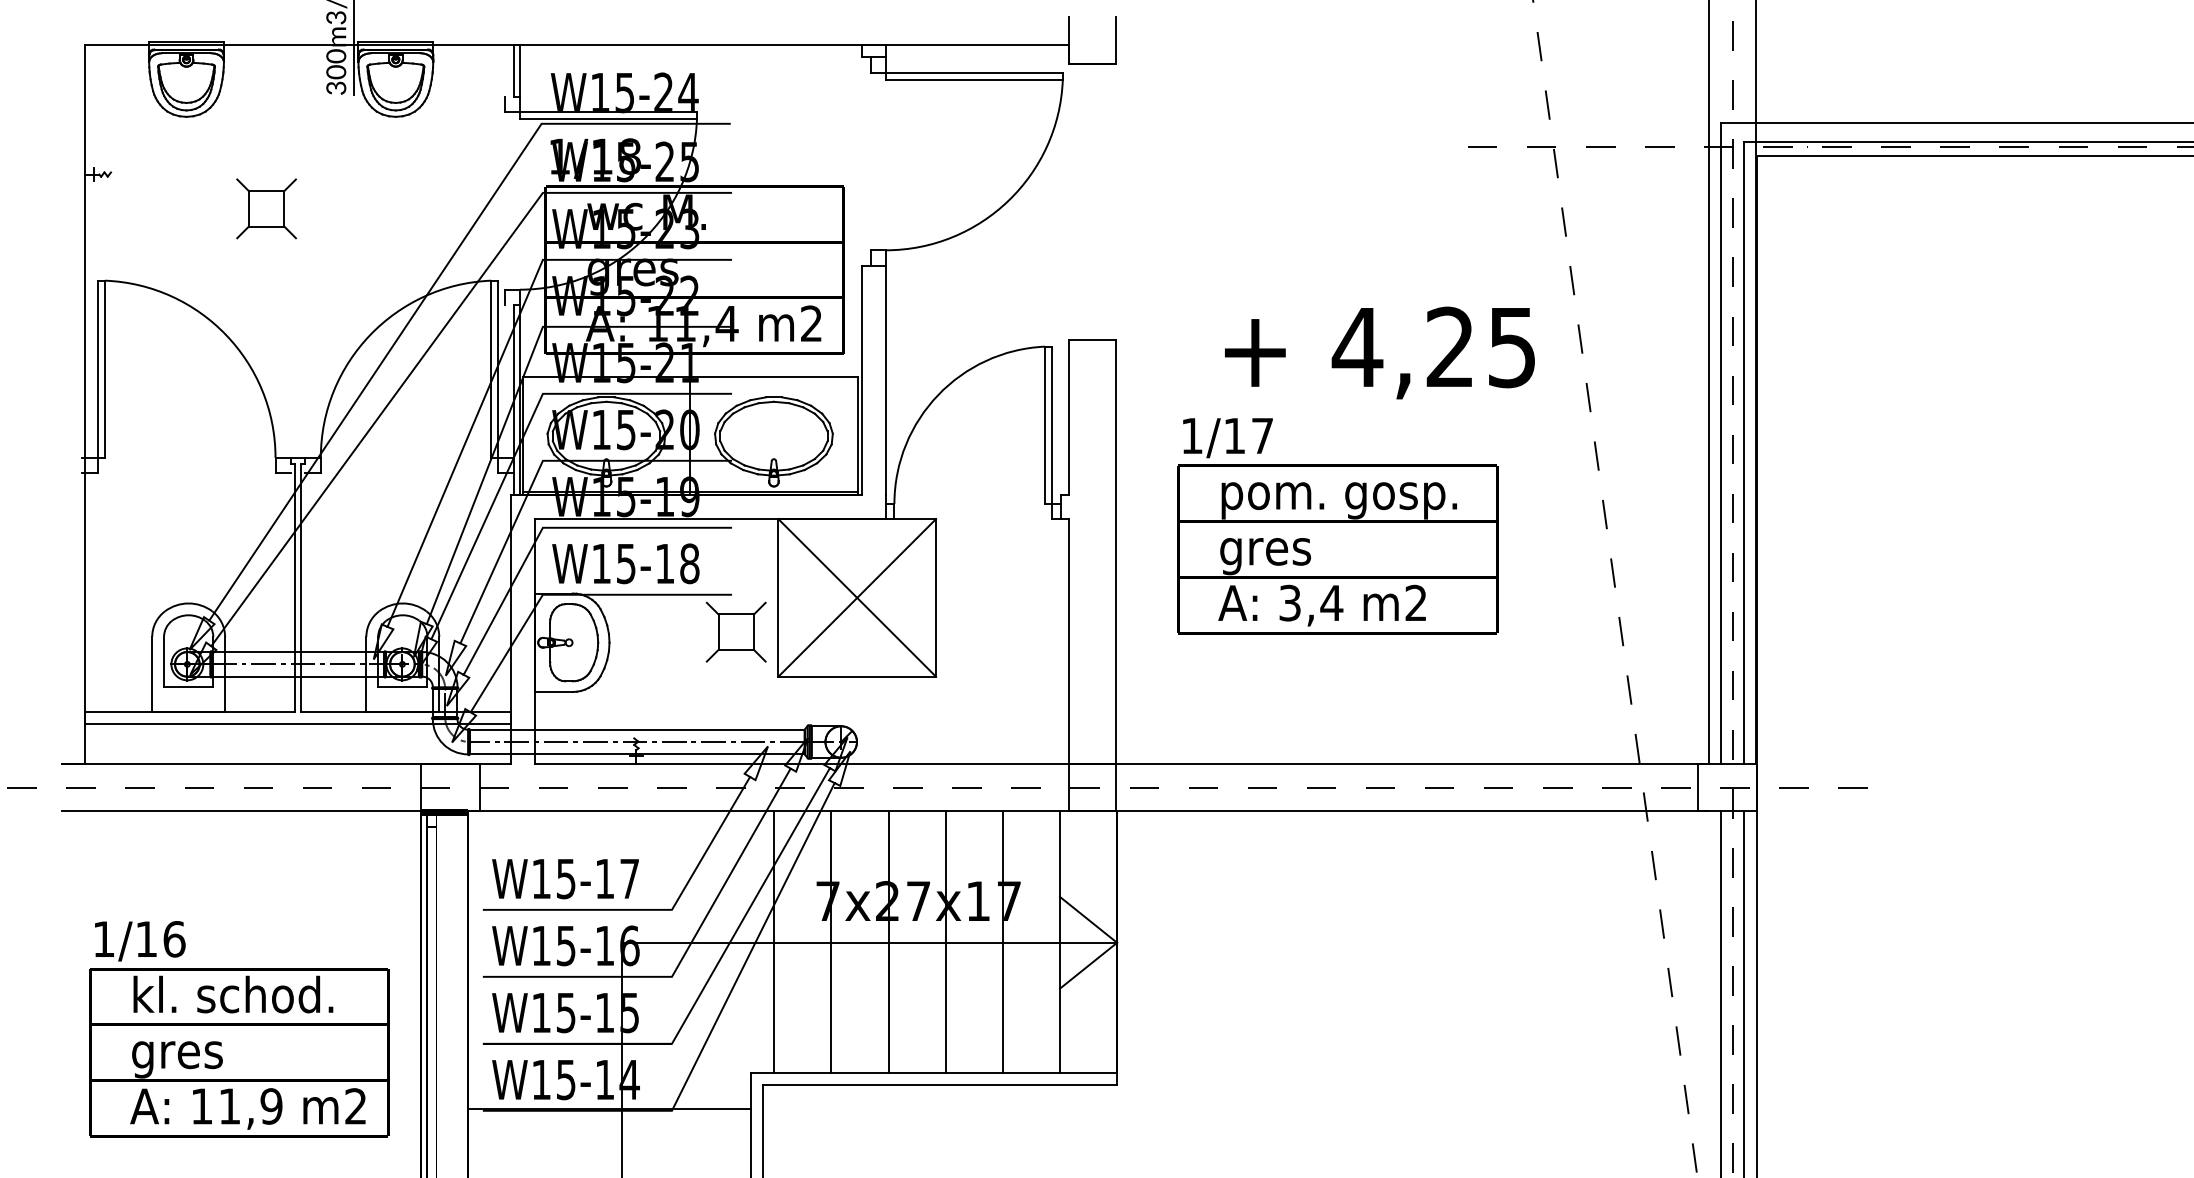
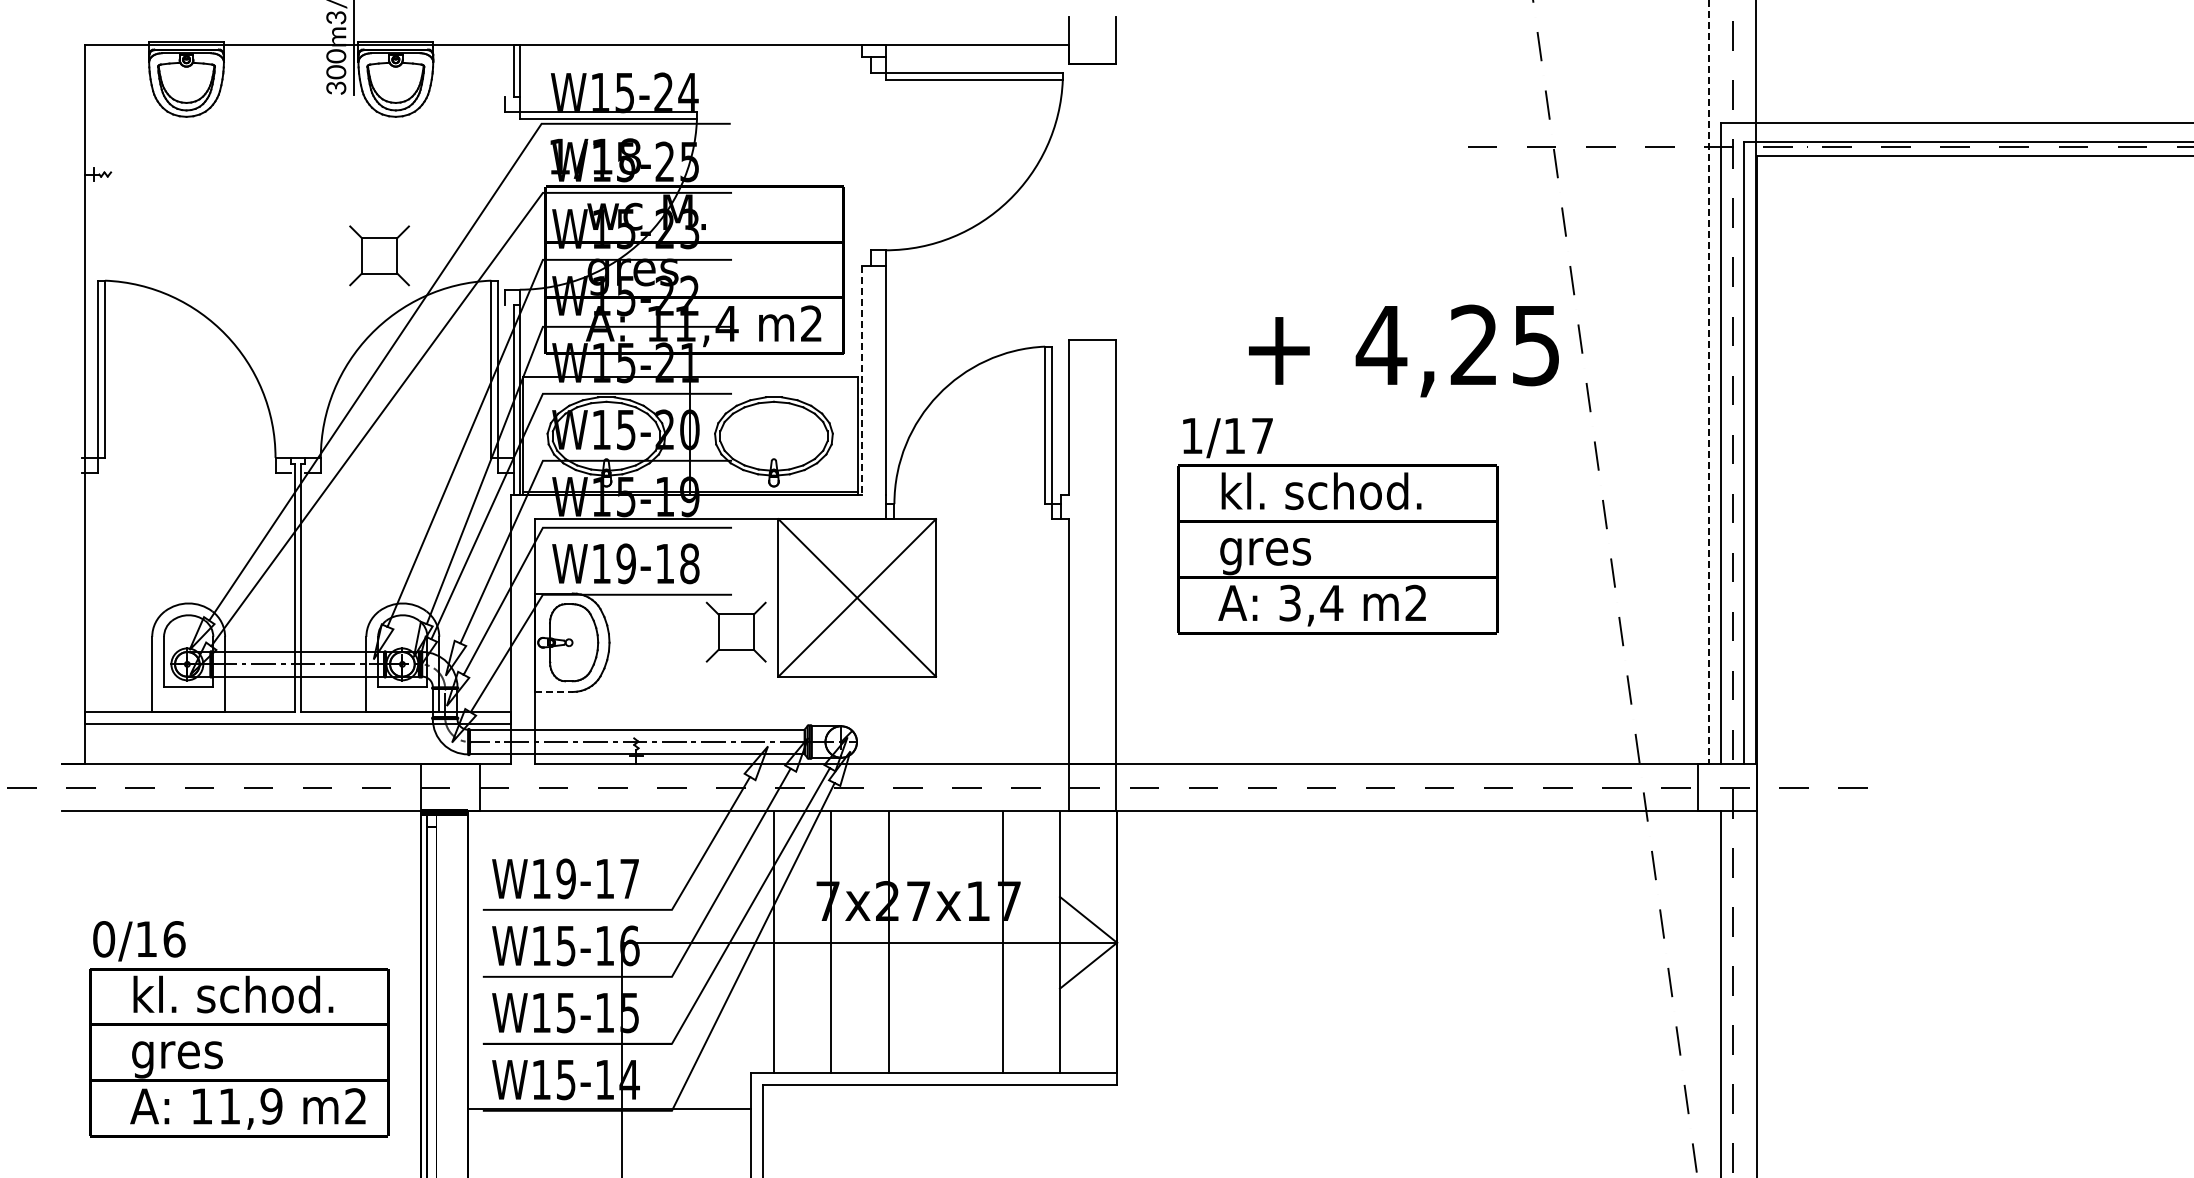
part at (266, 208) position: (266, 208) -> (379, 255)
text at (1379, 352) position: (1379, 352) -> (1403, 350)
line at (862, 380): solid -> dashed
line at (1709, 382): solid -> dashed
text at (1338, 495): pom. gosp. -> kl. schod.
text at (625, 563): W15-18 -> W19-18
line at (554, 691): solid -> dashed
text at (565, 878): W15-17 -> W19-17
text at (104, 939): 1/16 -> 0/16
line at (945, 942): present -> none
line at (1743, 992): present -> none
